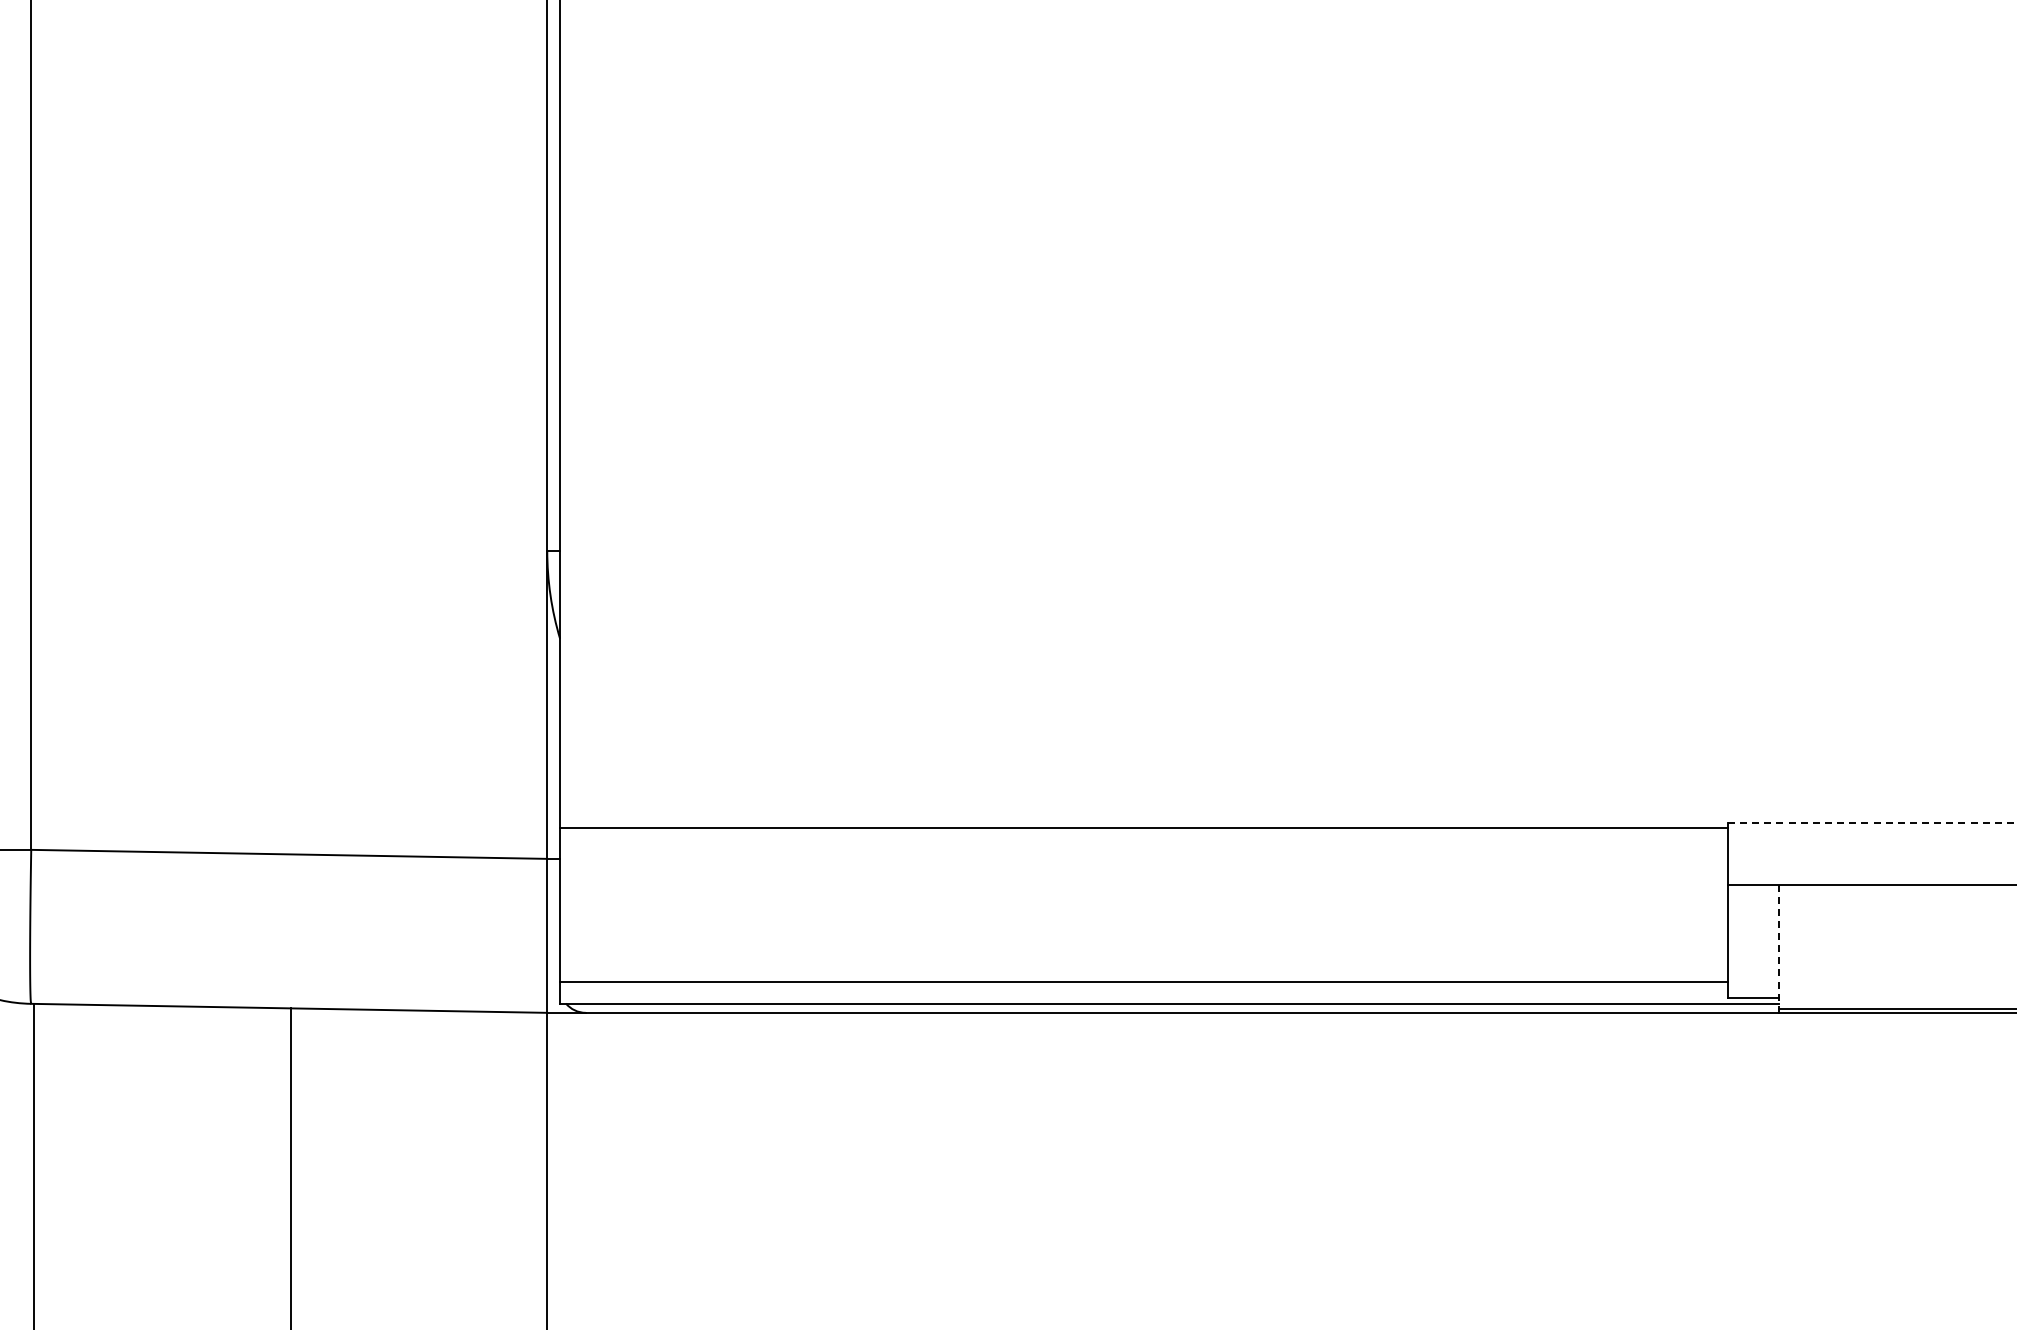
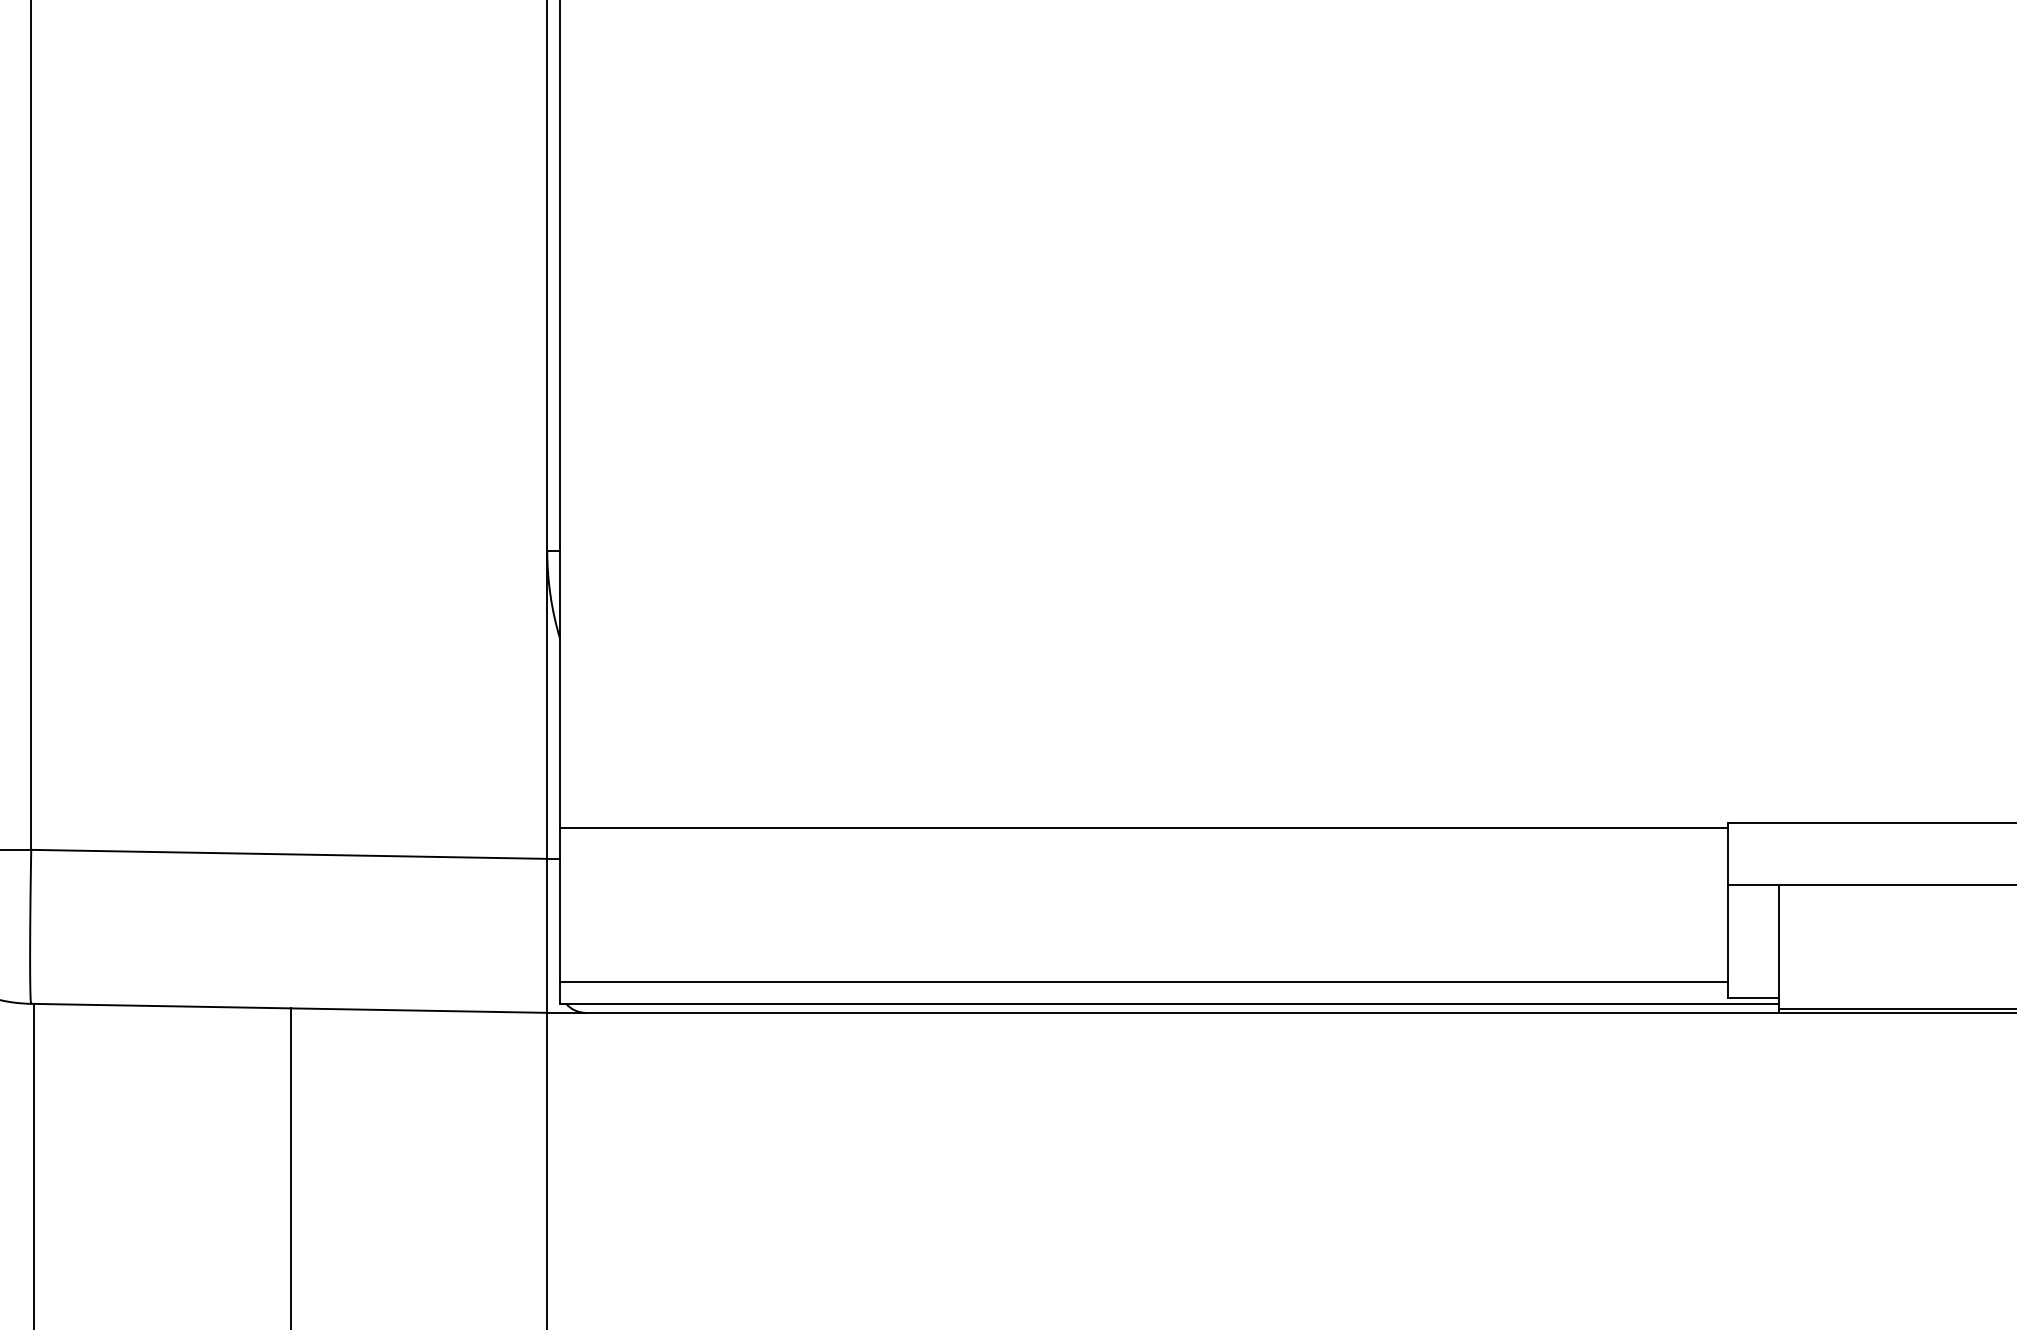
line at (1872, 822): dashed -> solid
line at (1779, 947): dashed -> solid
